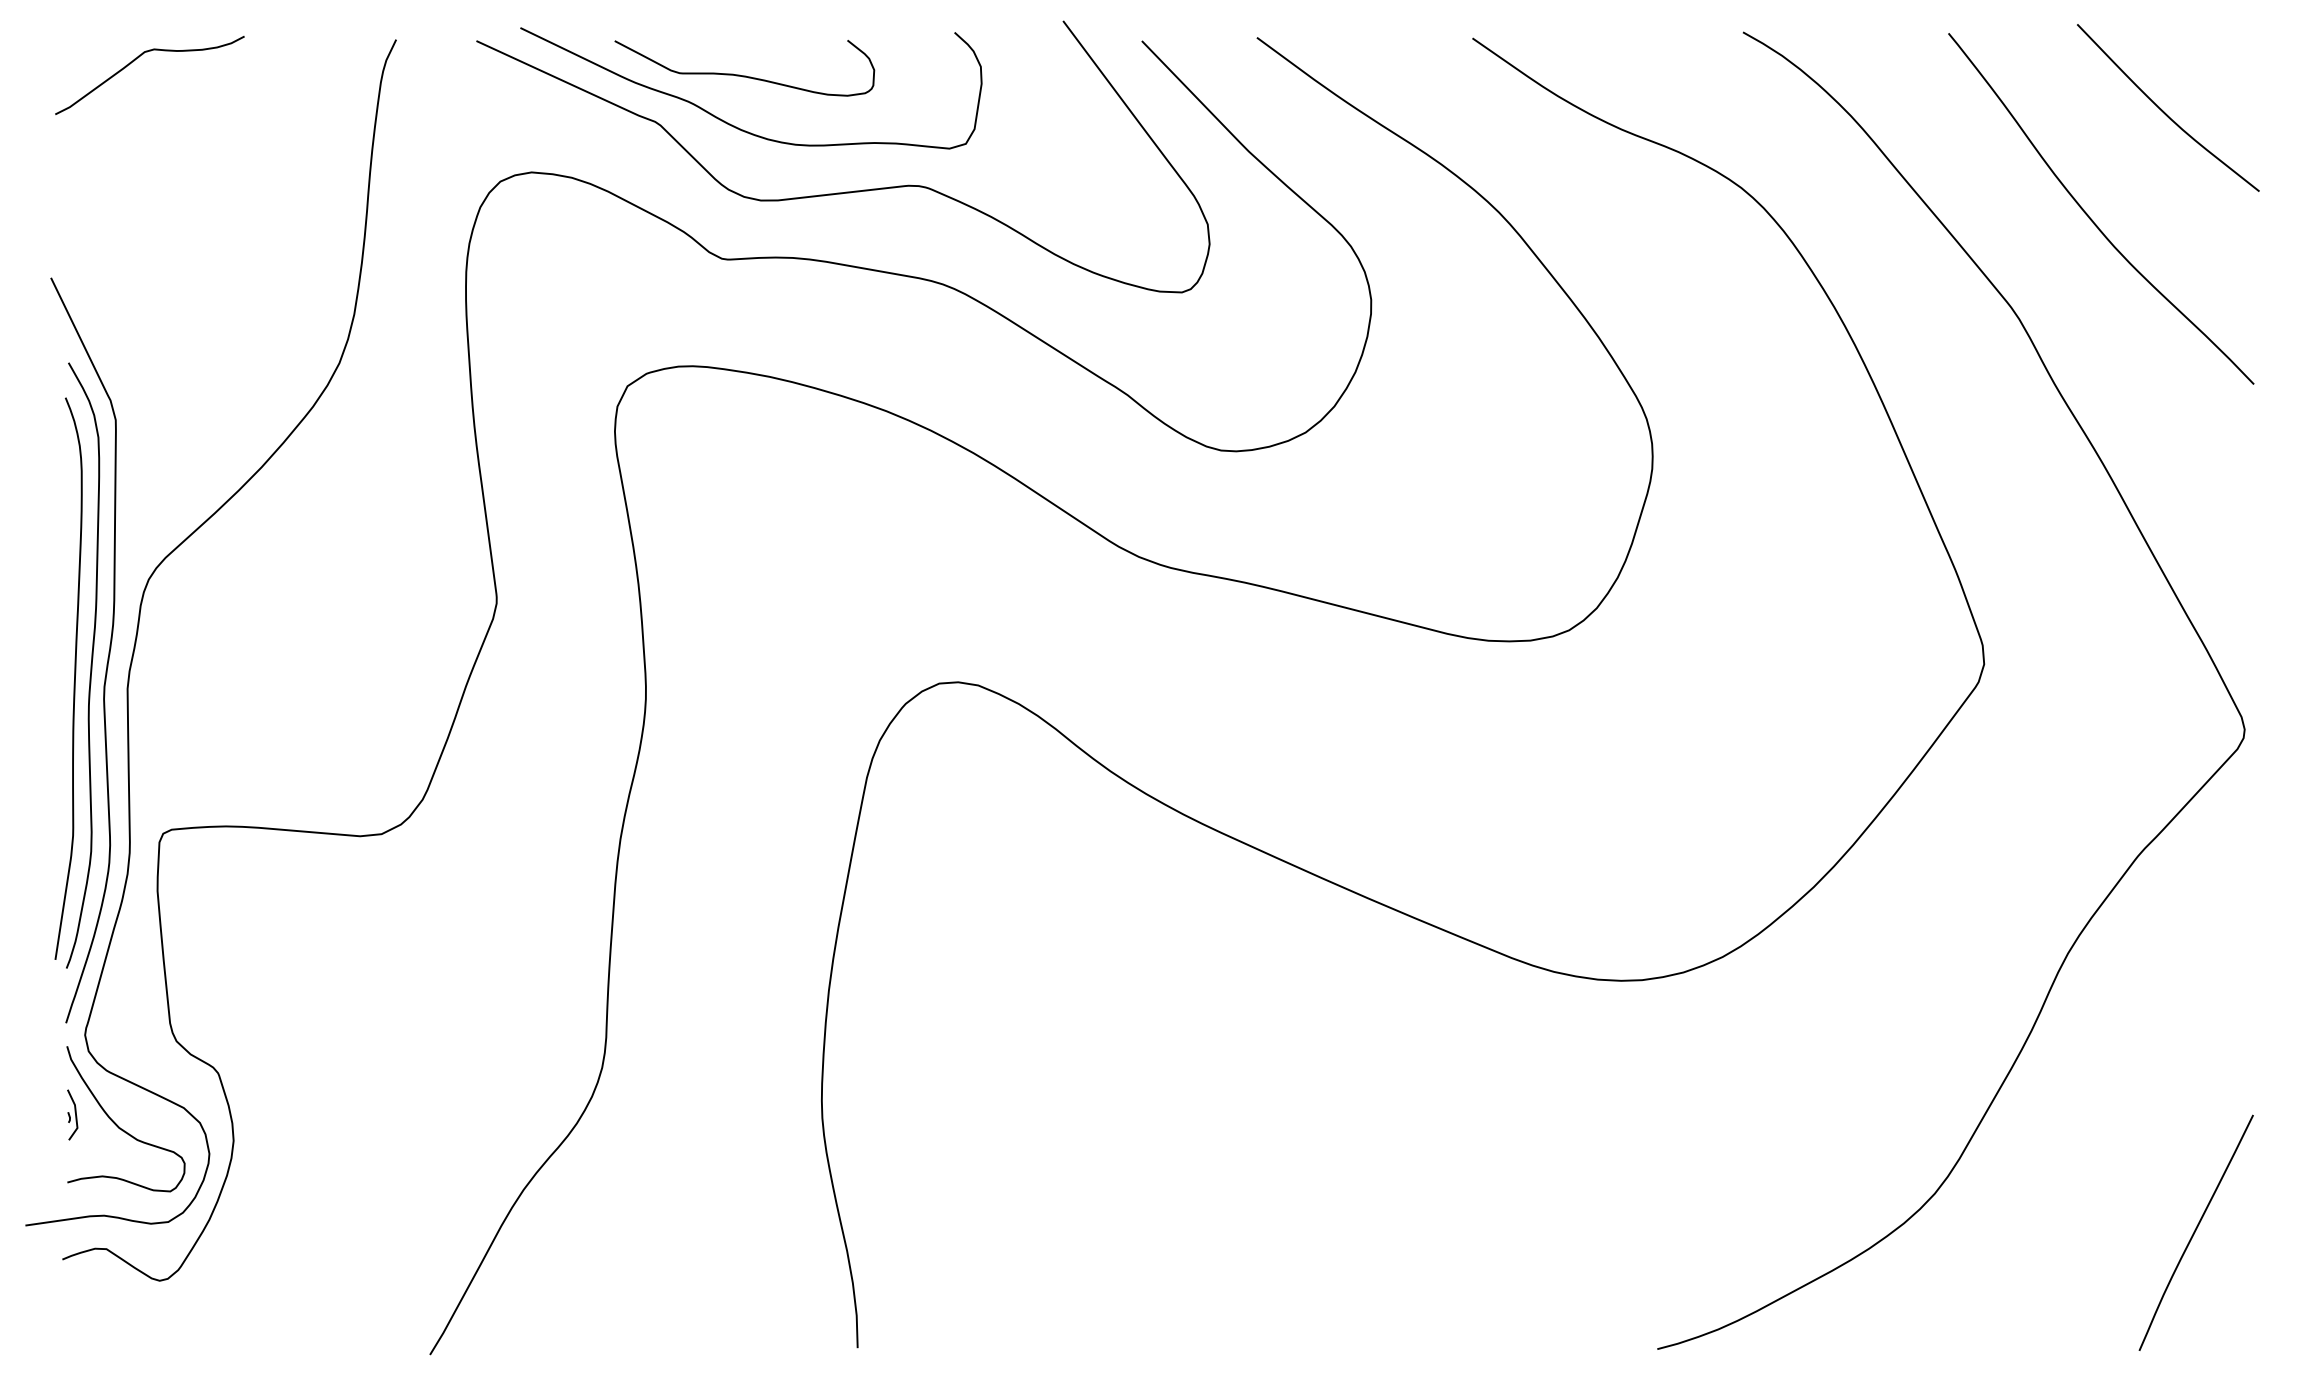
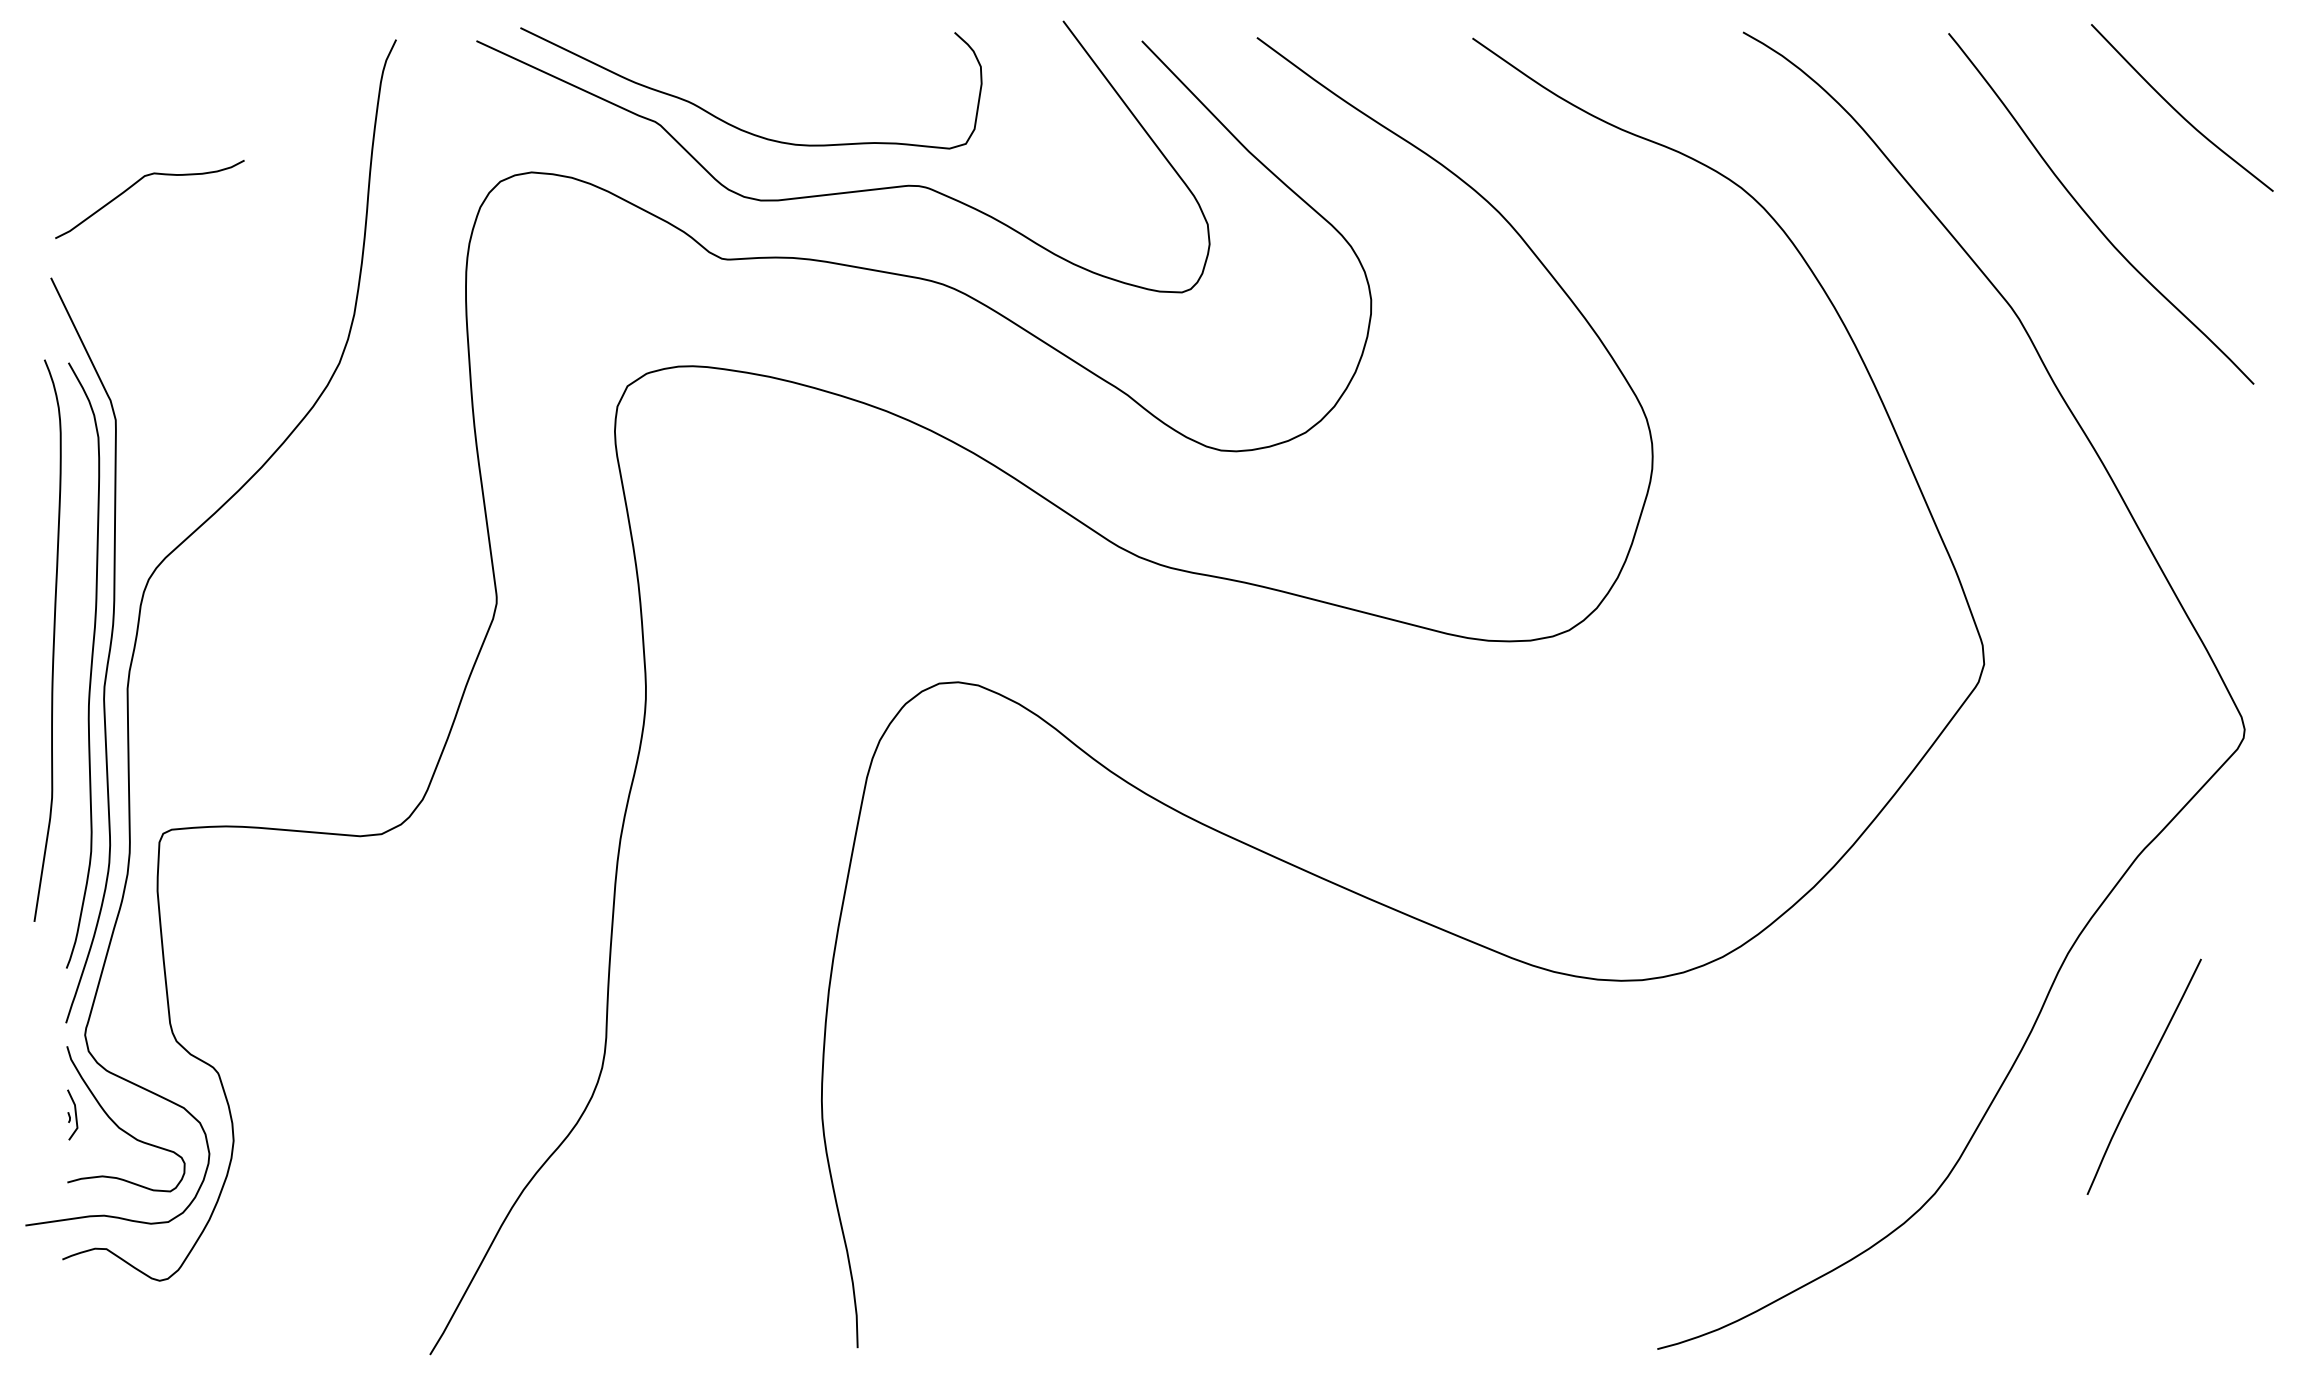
curve at (138, 58) position: (138, 58) -> (138, 182)
curve at (744, 75): present -> none
curve at (2164, 111) position: (2164, 111) -> (2178, 111)
curve at (74, 678) position: (74, 678) -> (53, 640)
curve at (2195, 1232) position: (2195, 1232) -> (2143, 1076)
